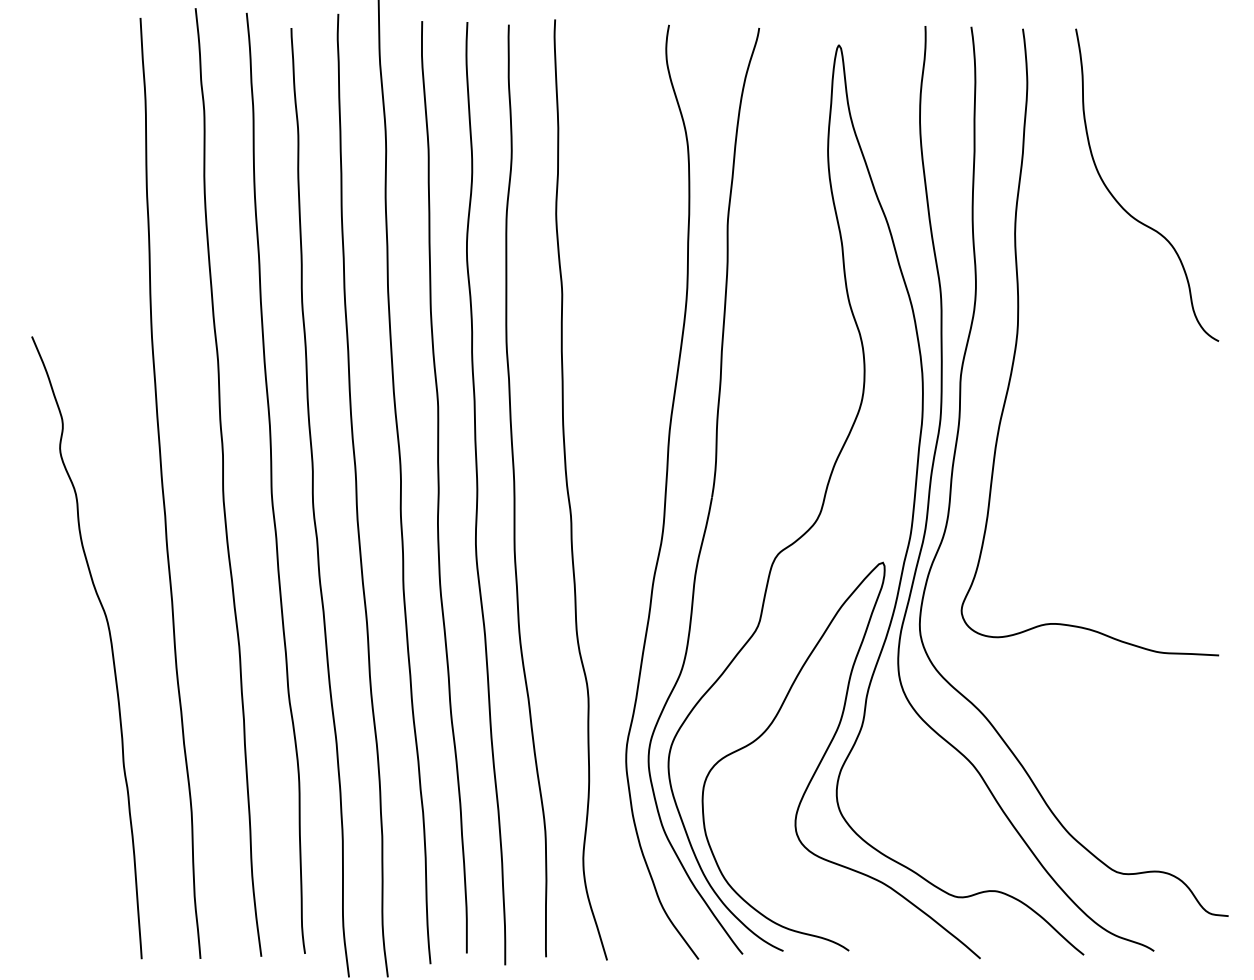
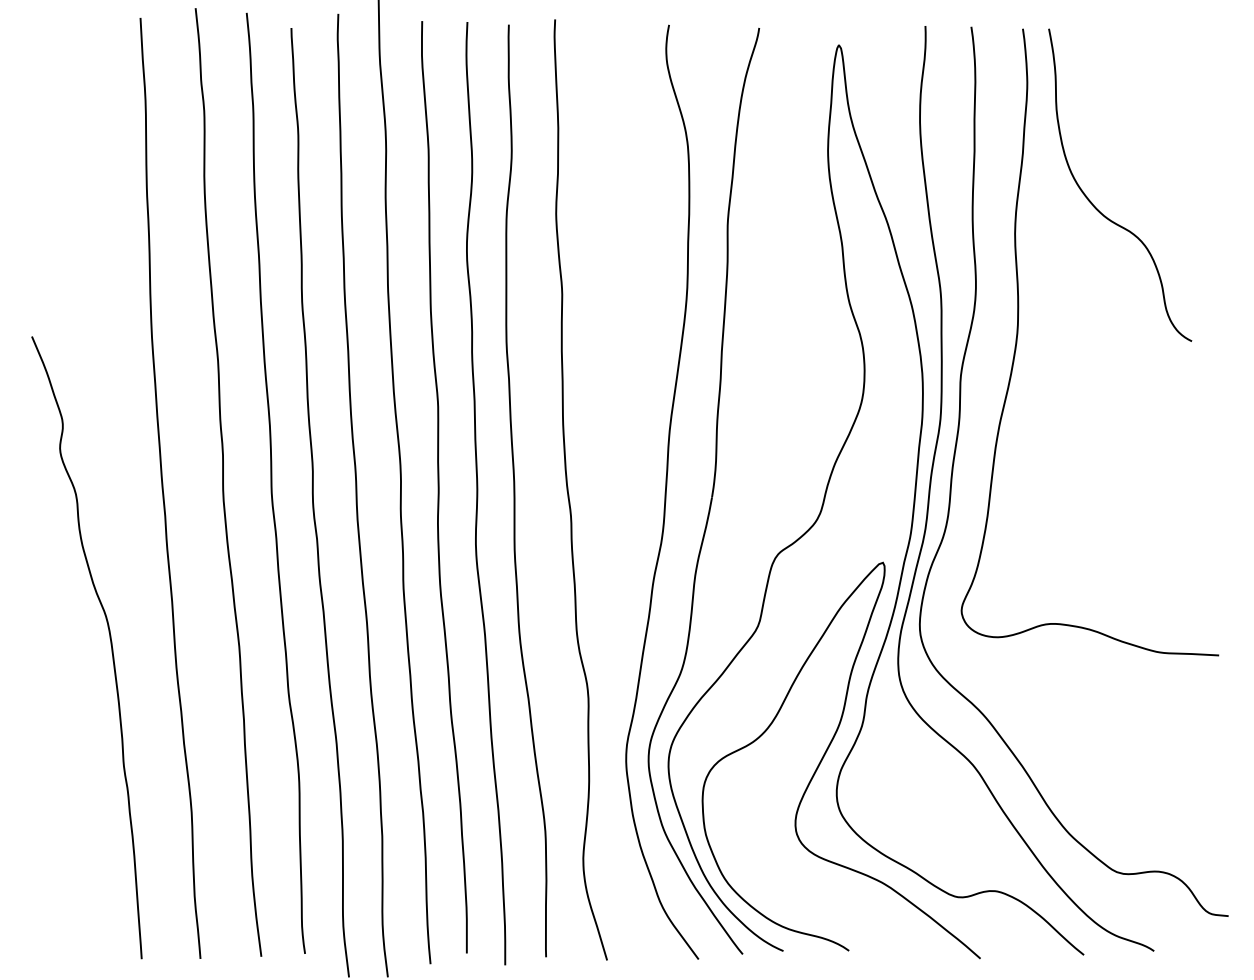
curve at (1123, 207) position: (1123, 207) -> (1096, 207)
